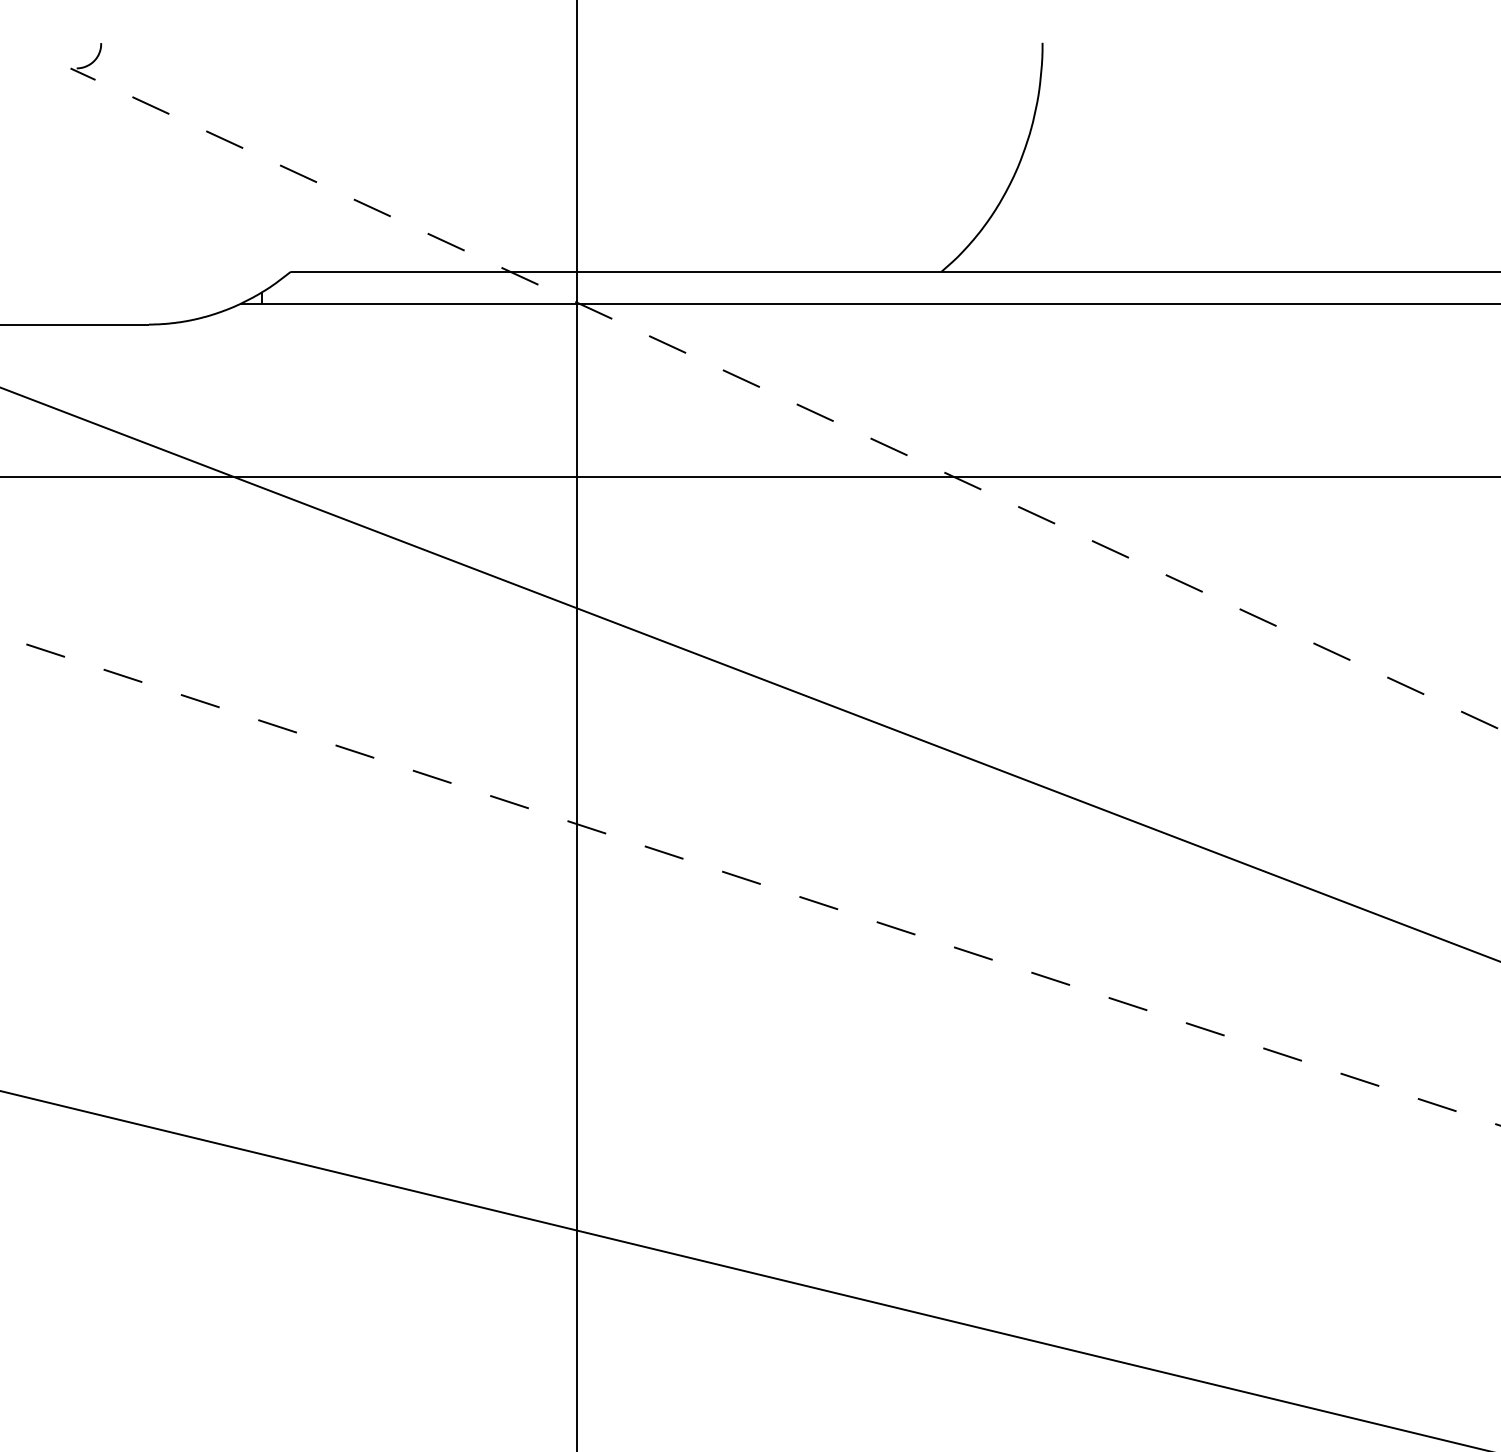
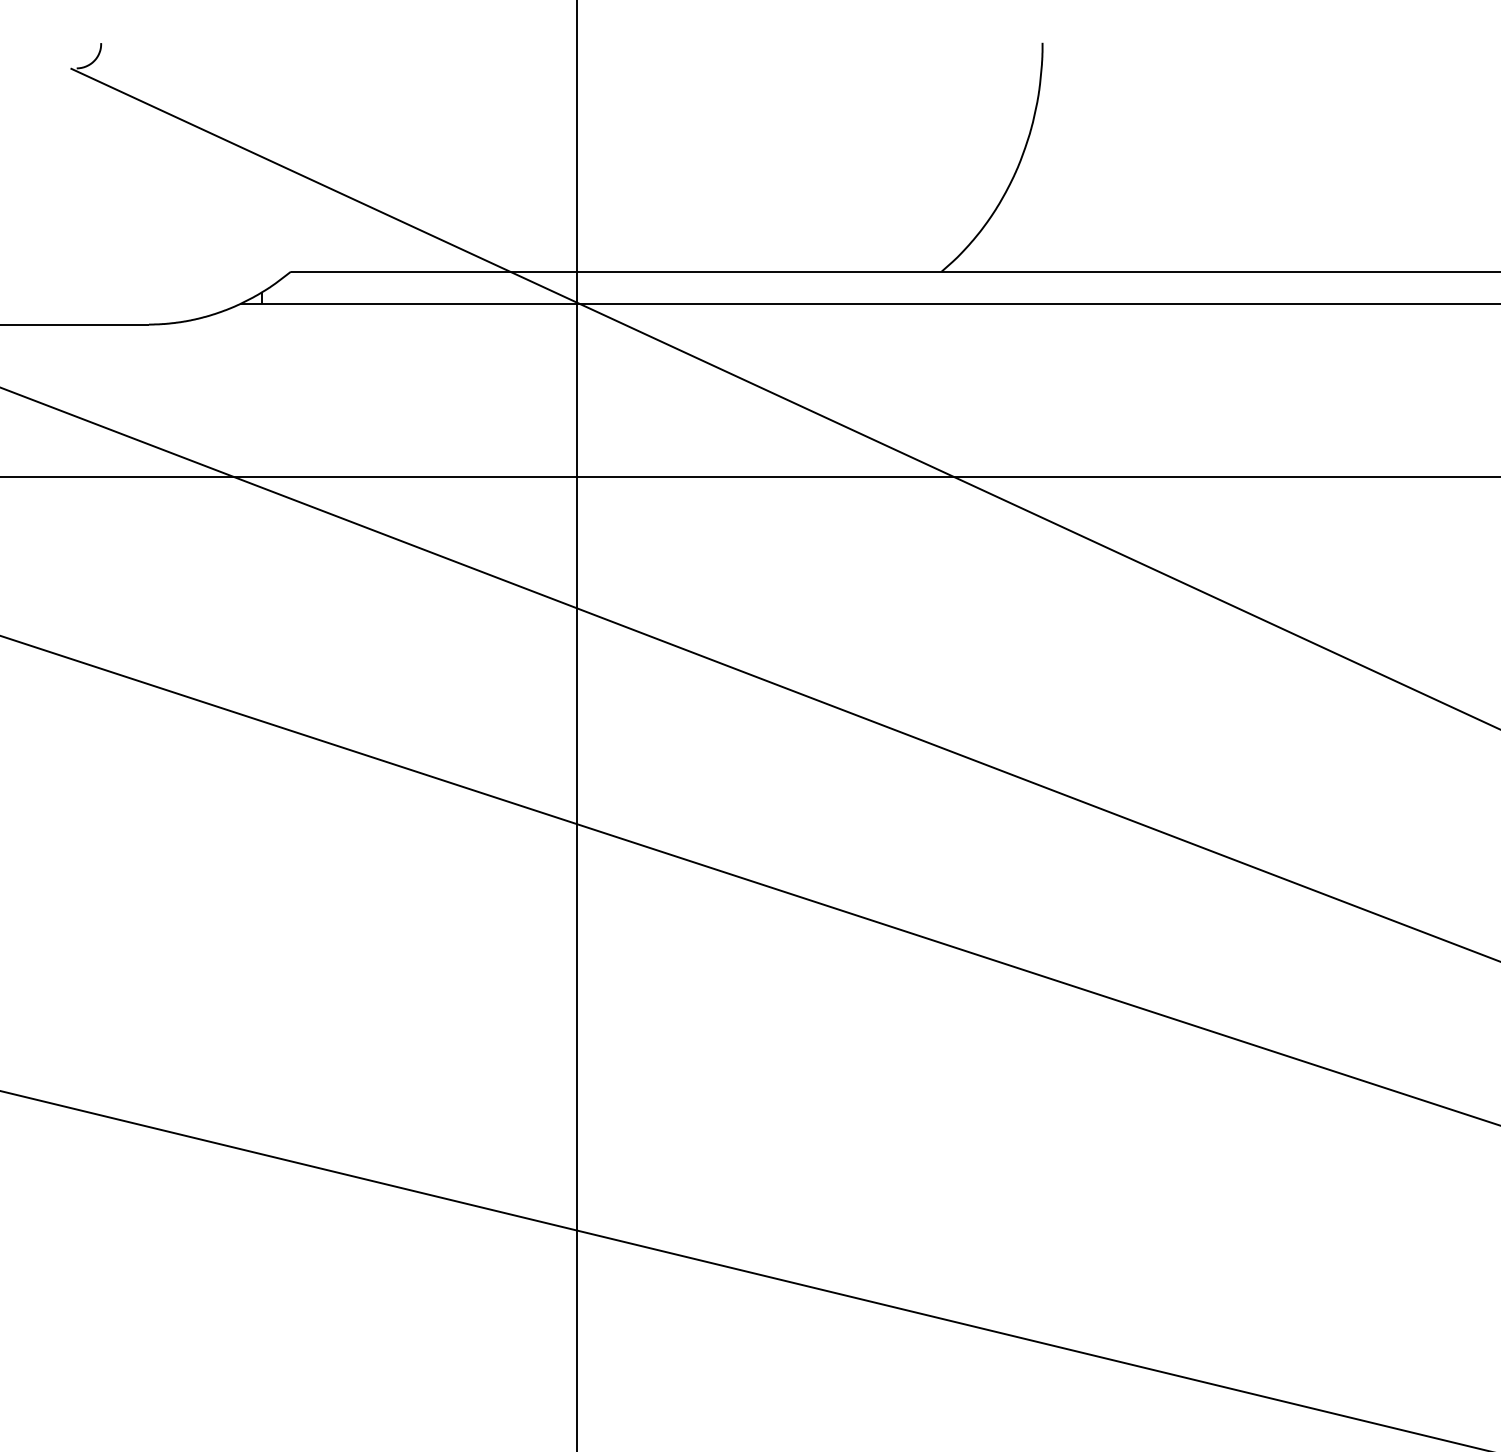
line at (785, 399): dashed -> solid
line at (750, 880): dashed -> solid
